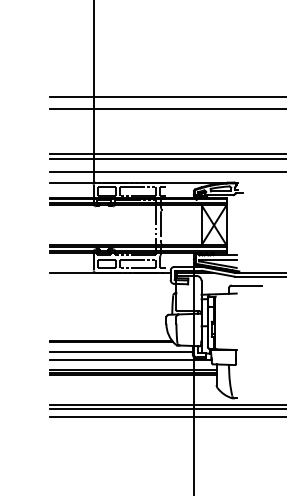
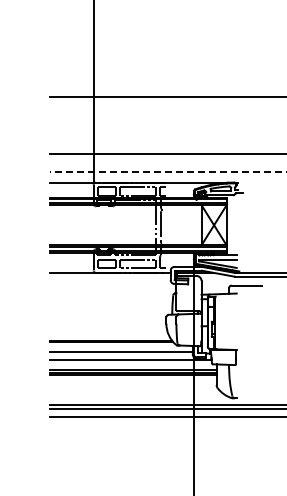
line at (166, 108): present -> none
line at (166, 158): present -> none
line at (168, 172): solid -> dashed
